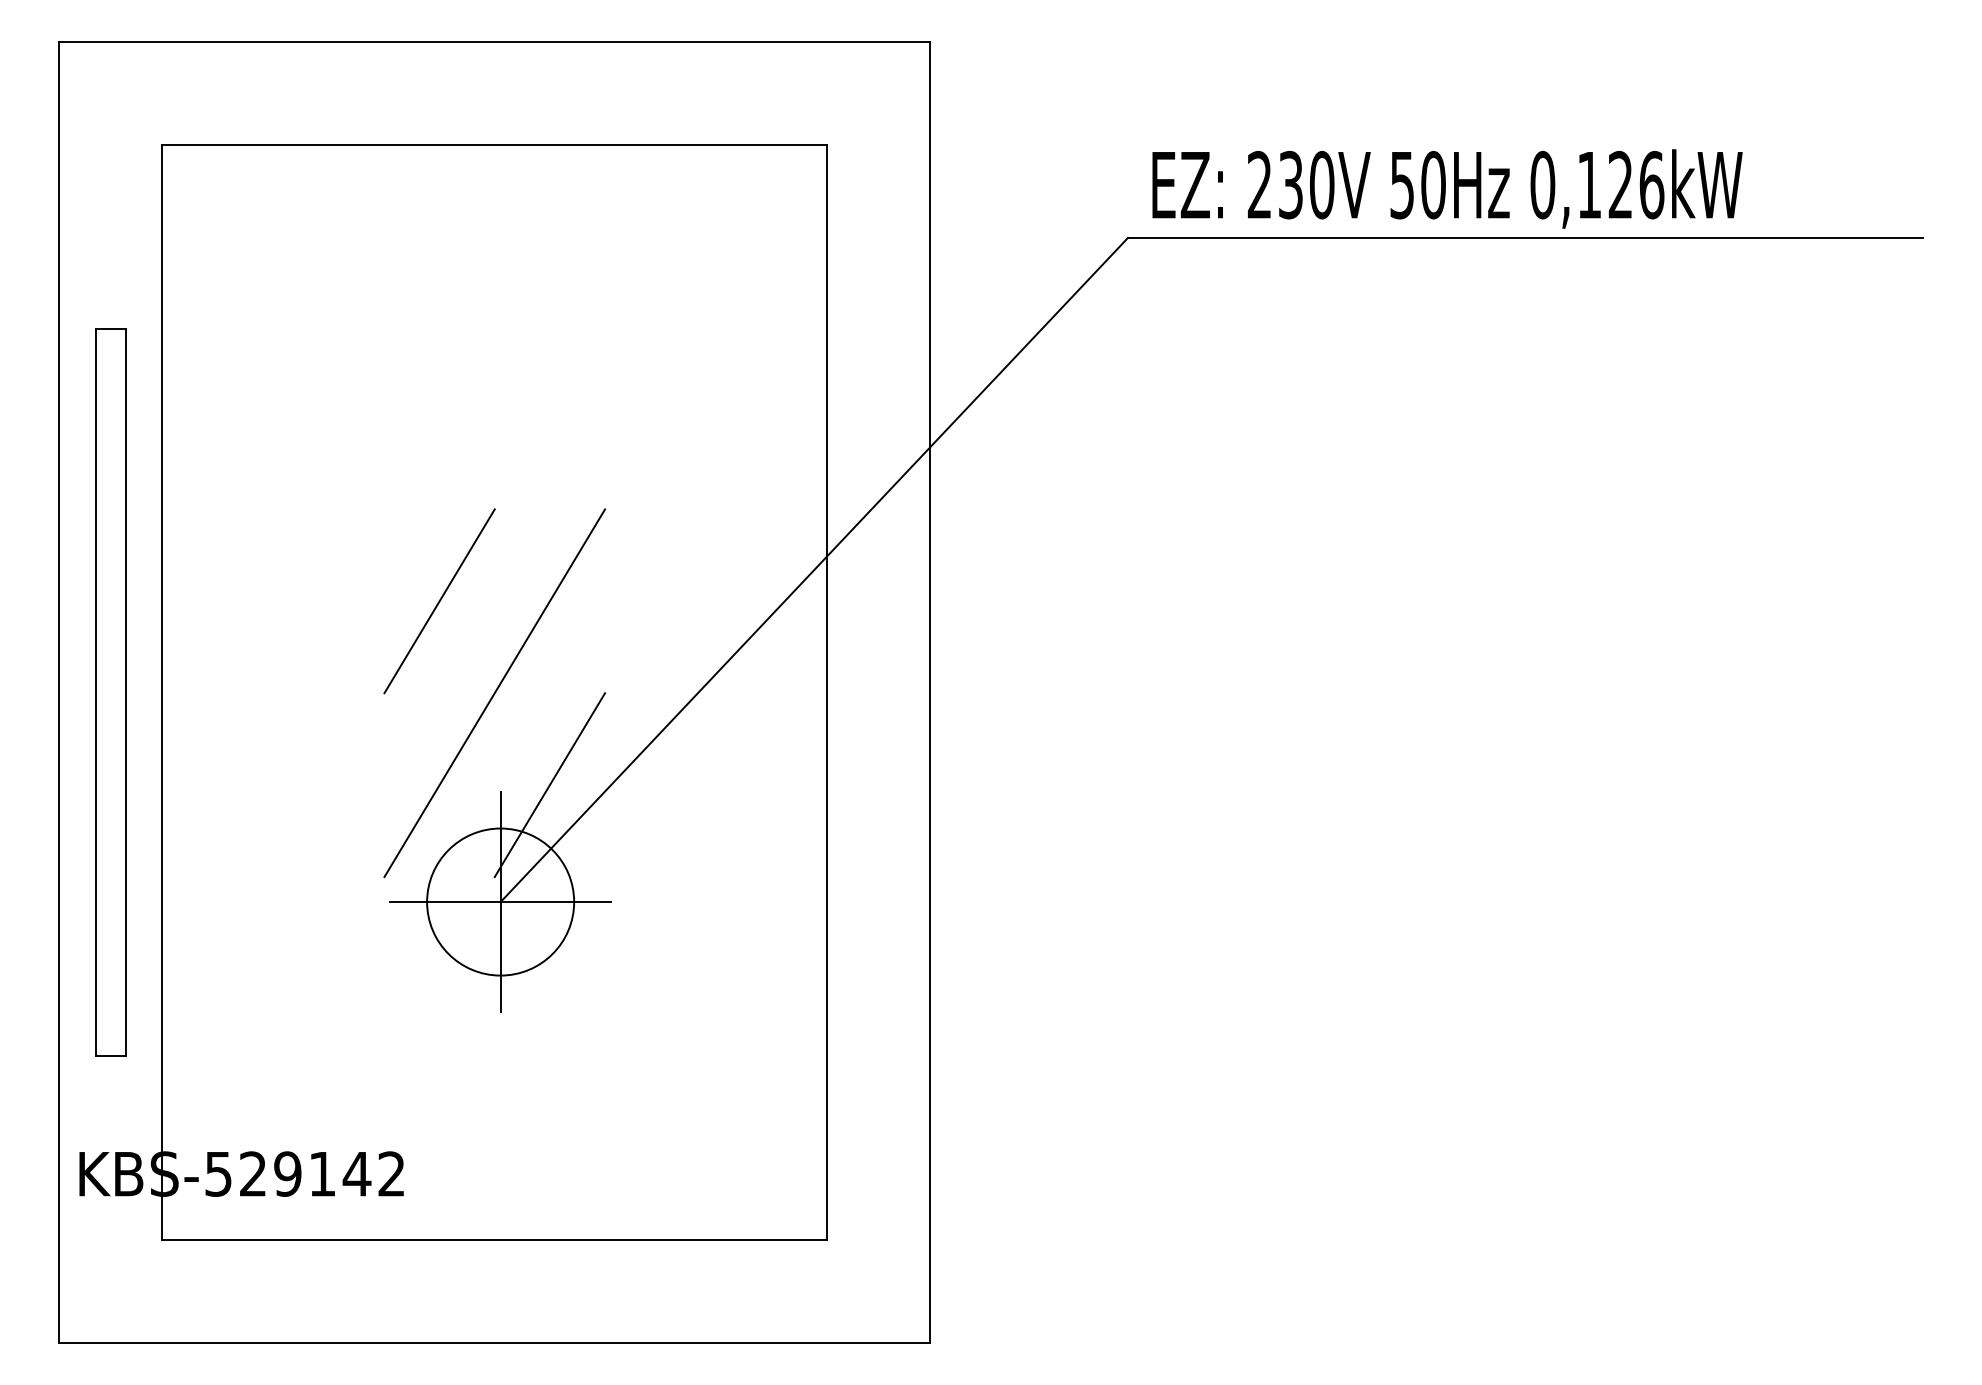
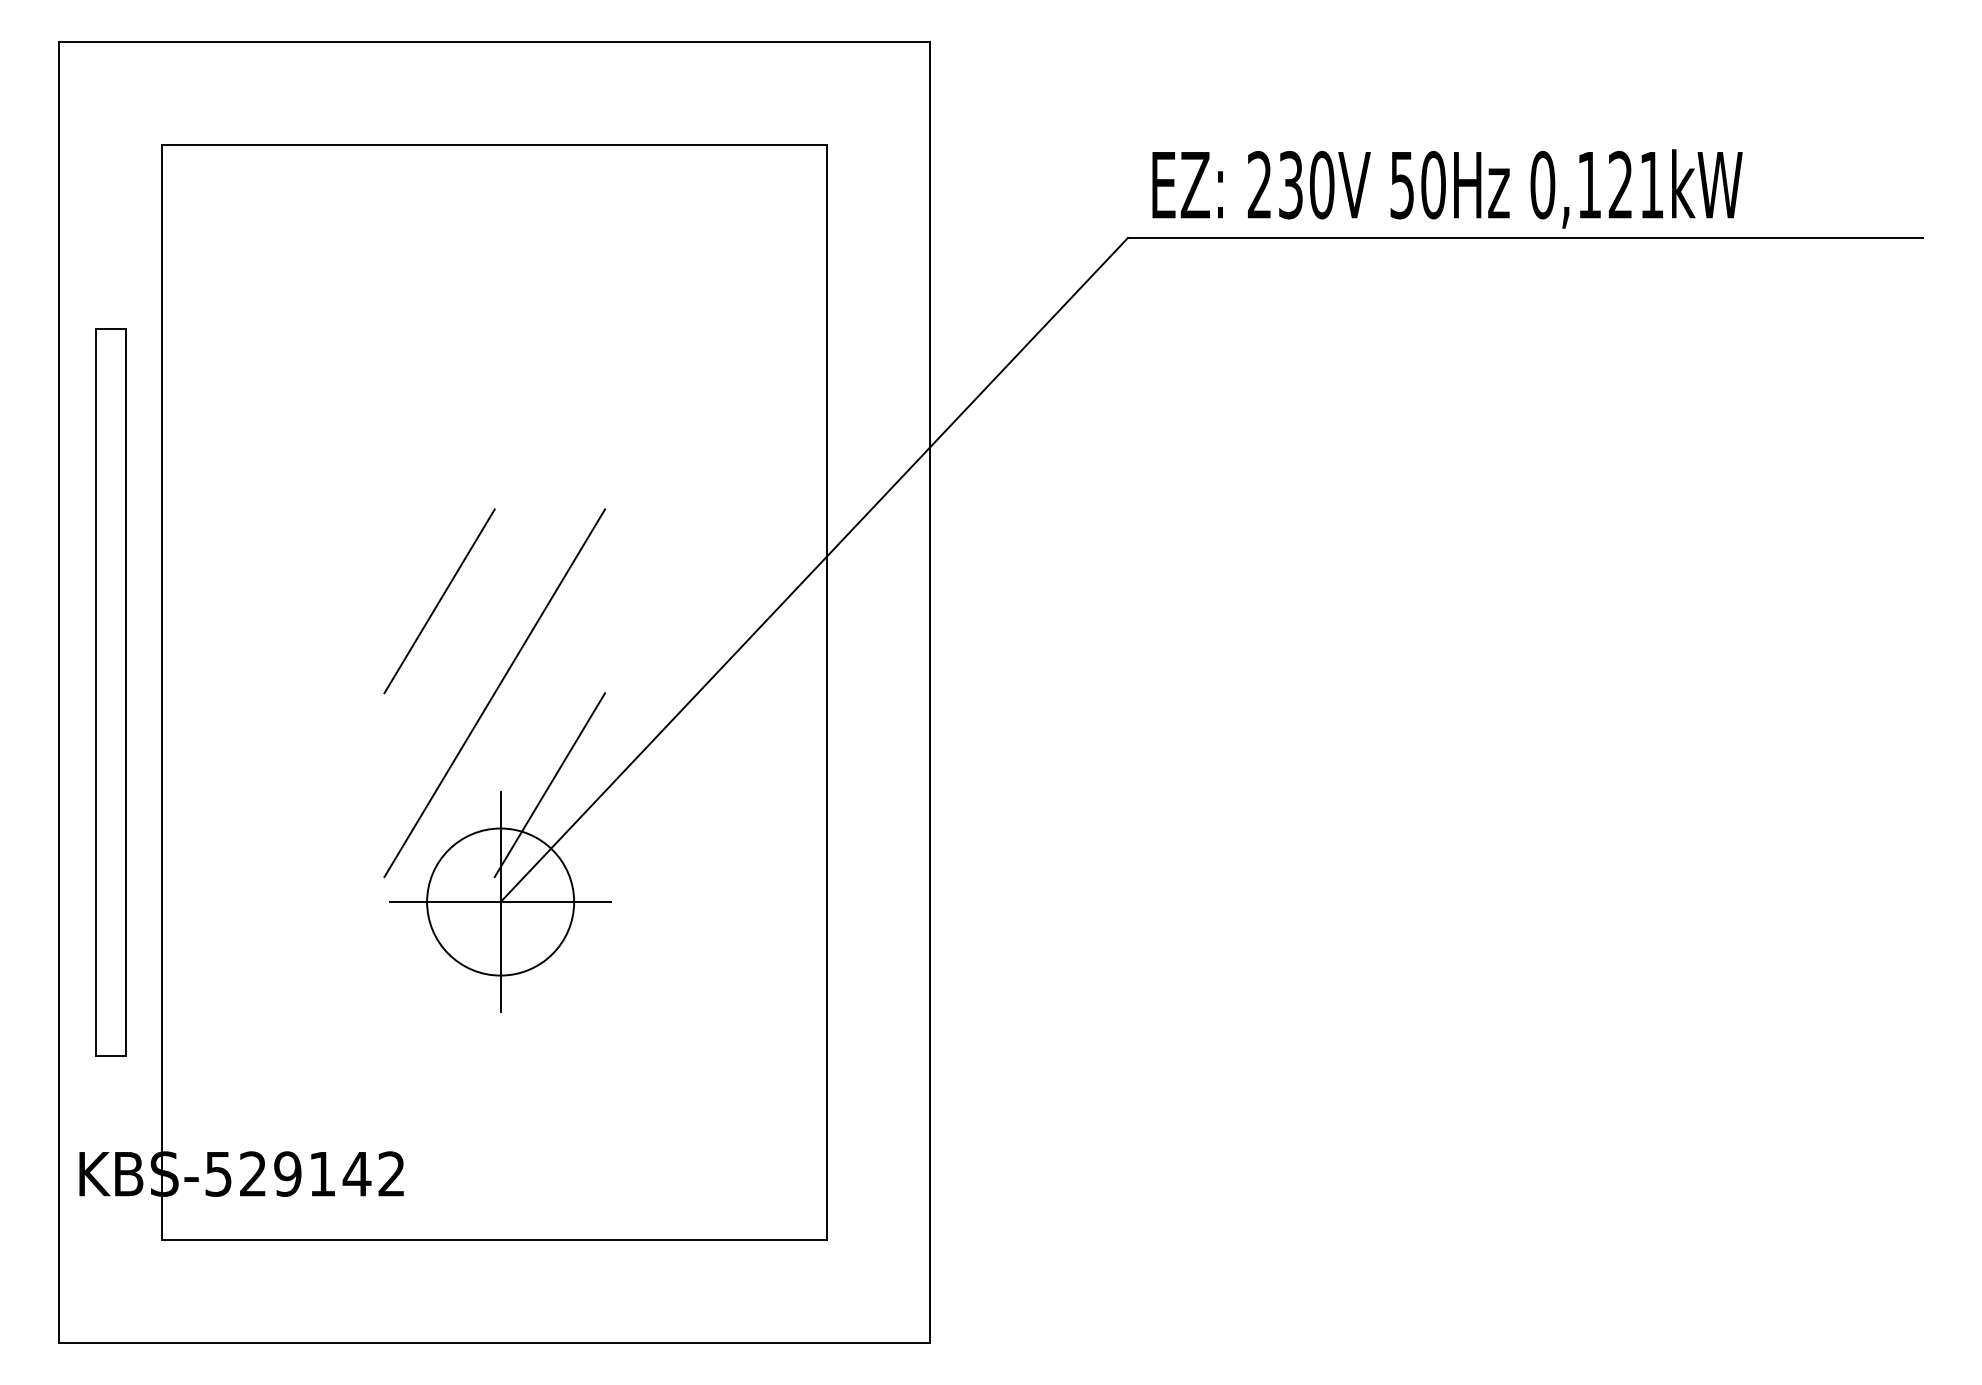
text at (1651, 184): 0,126kW -> 0,121kW
